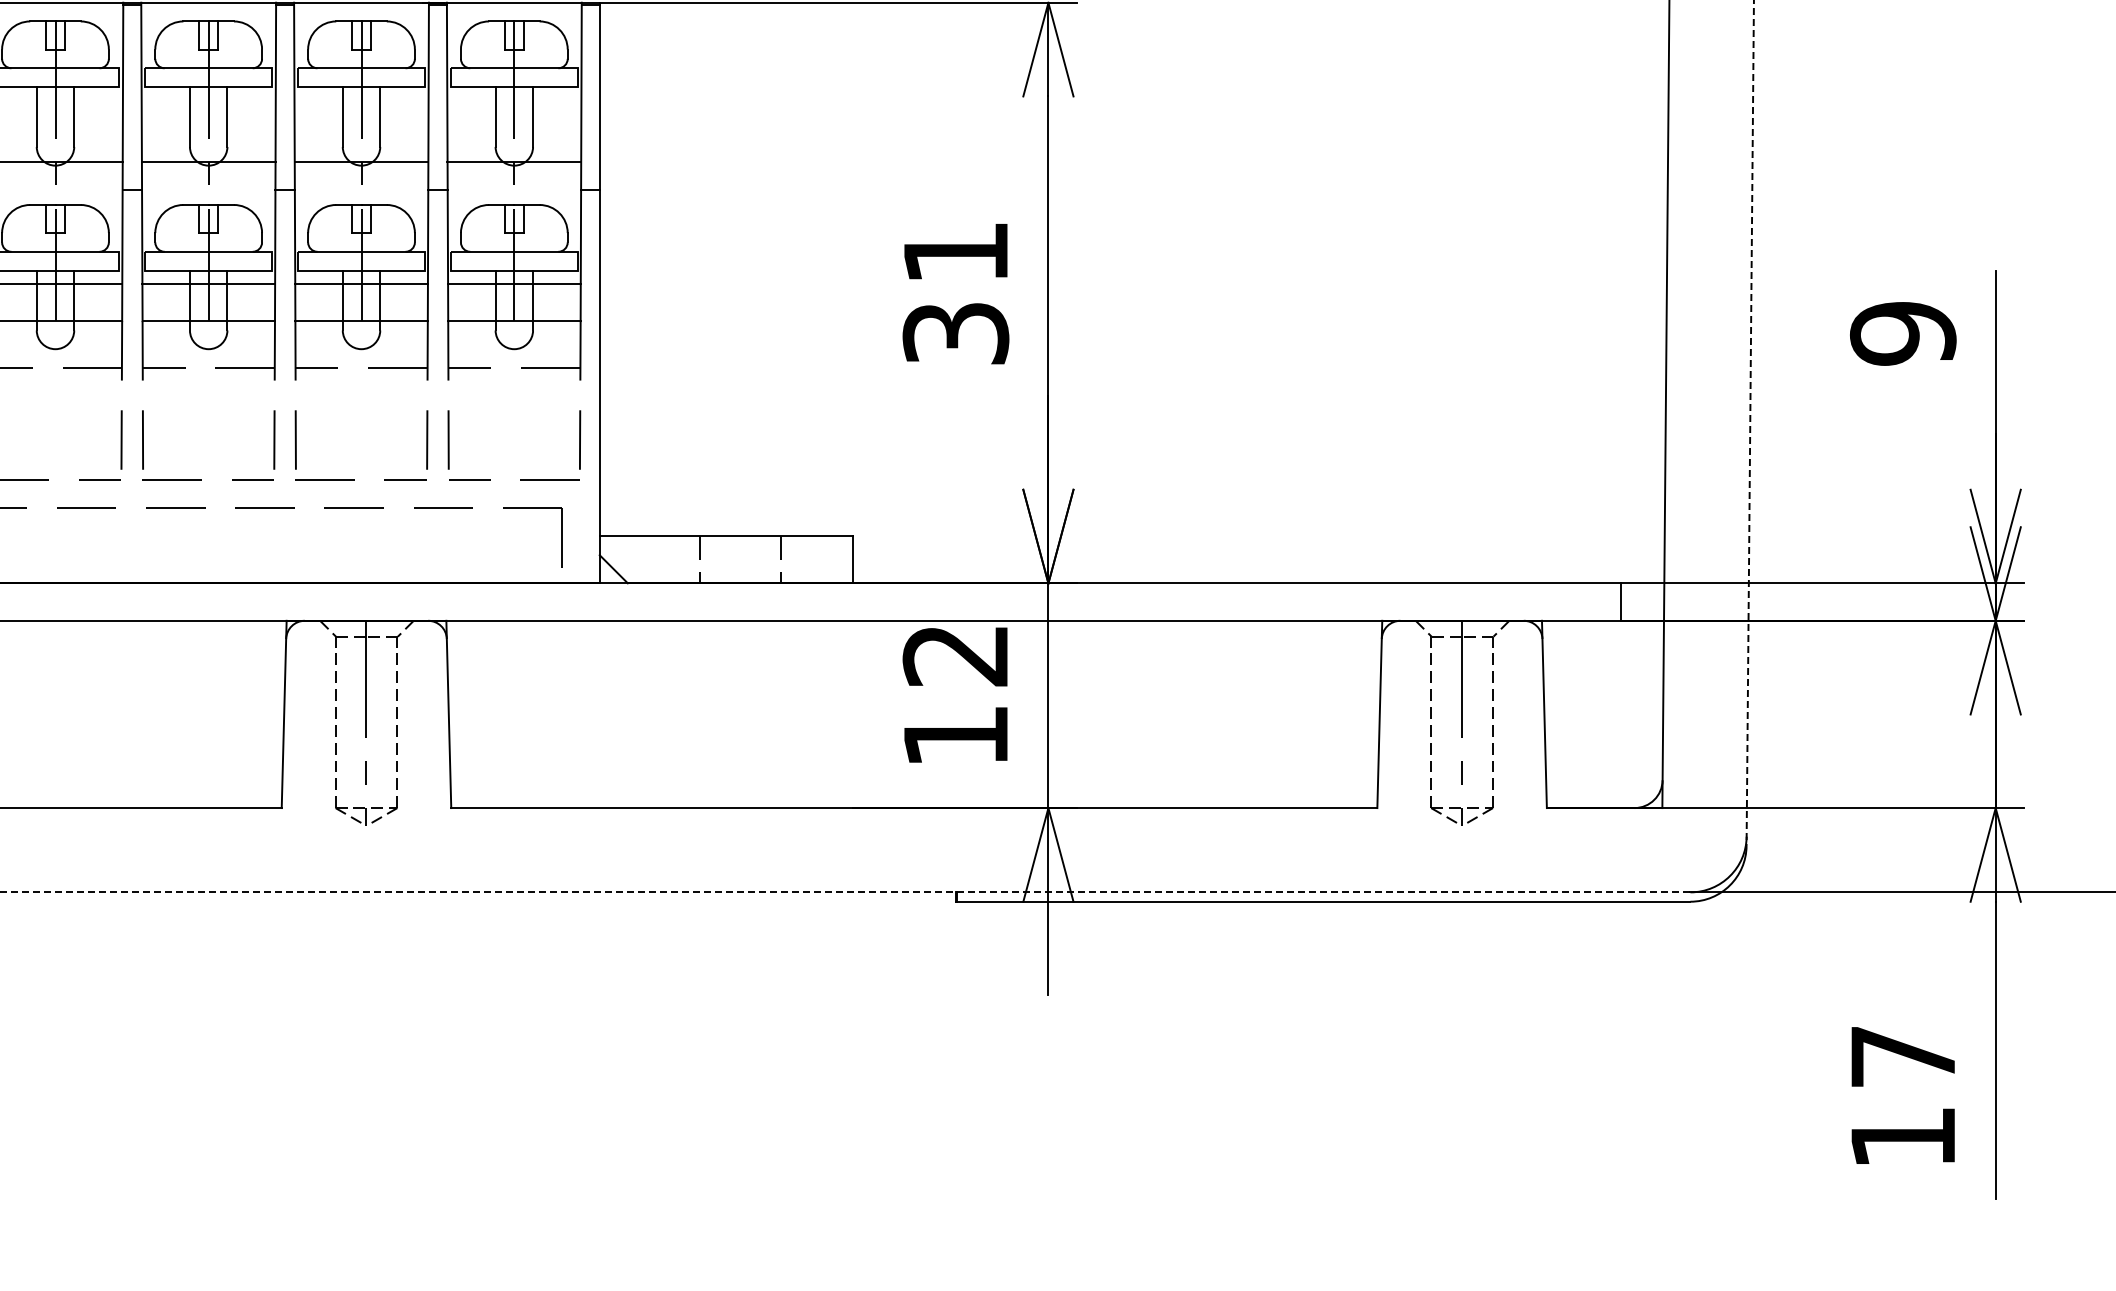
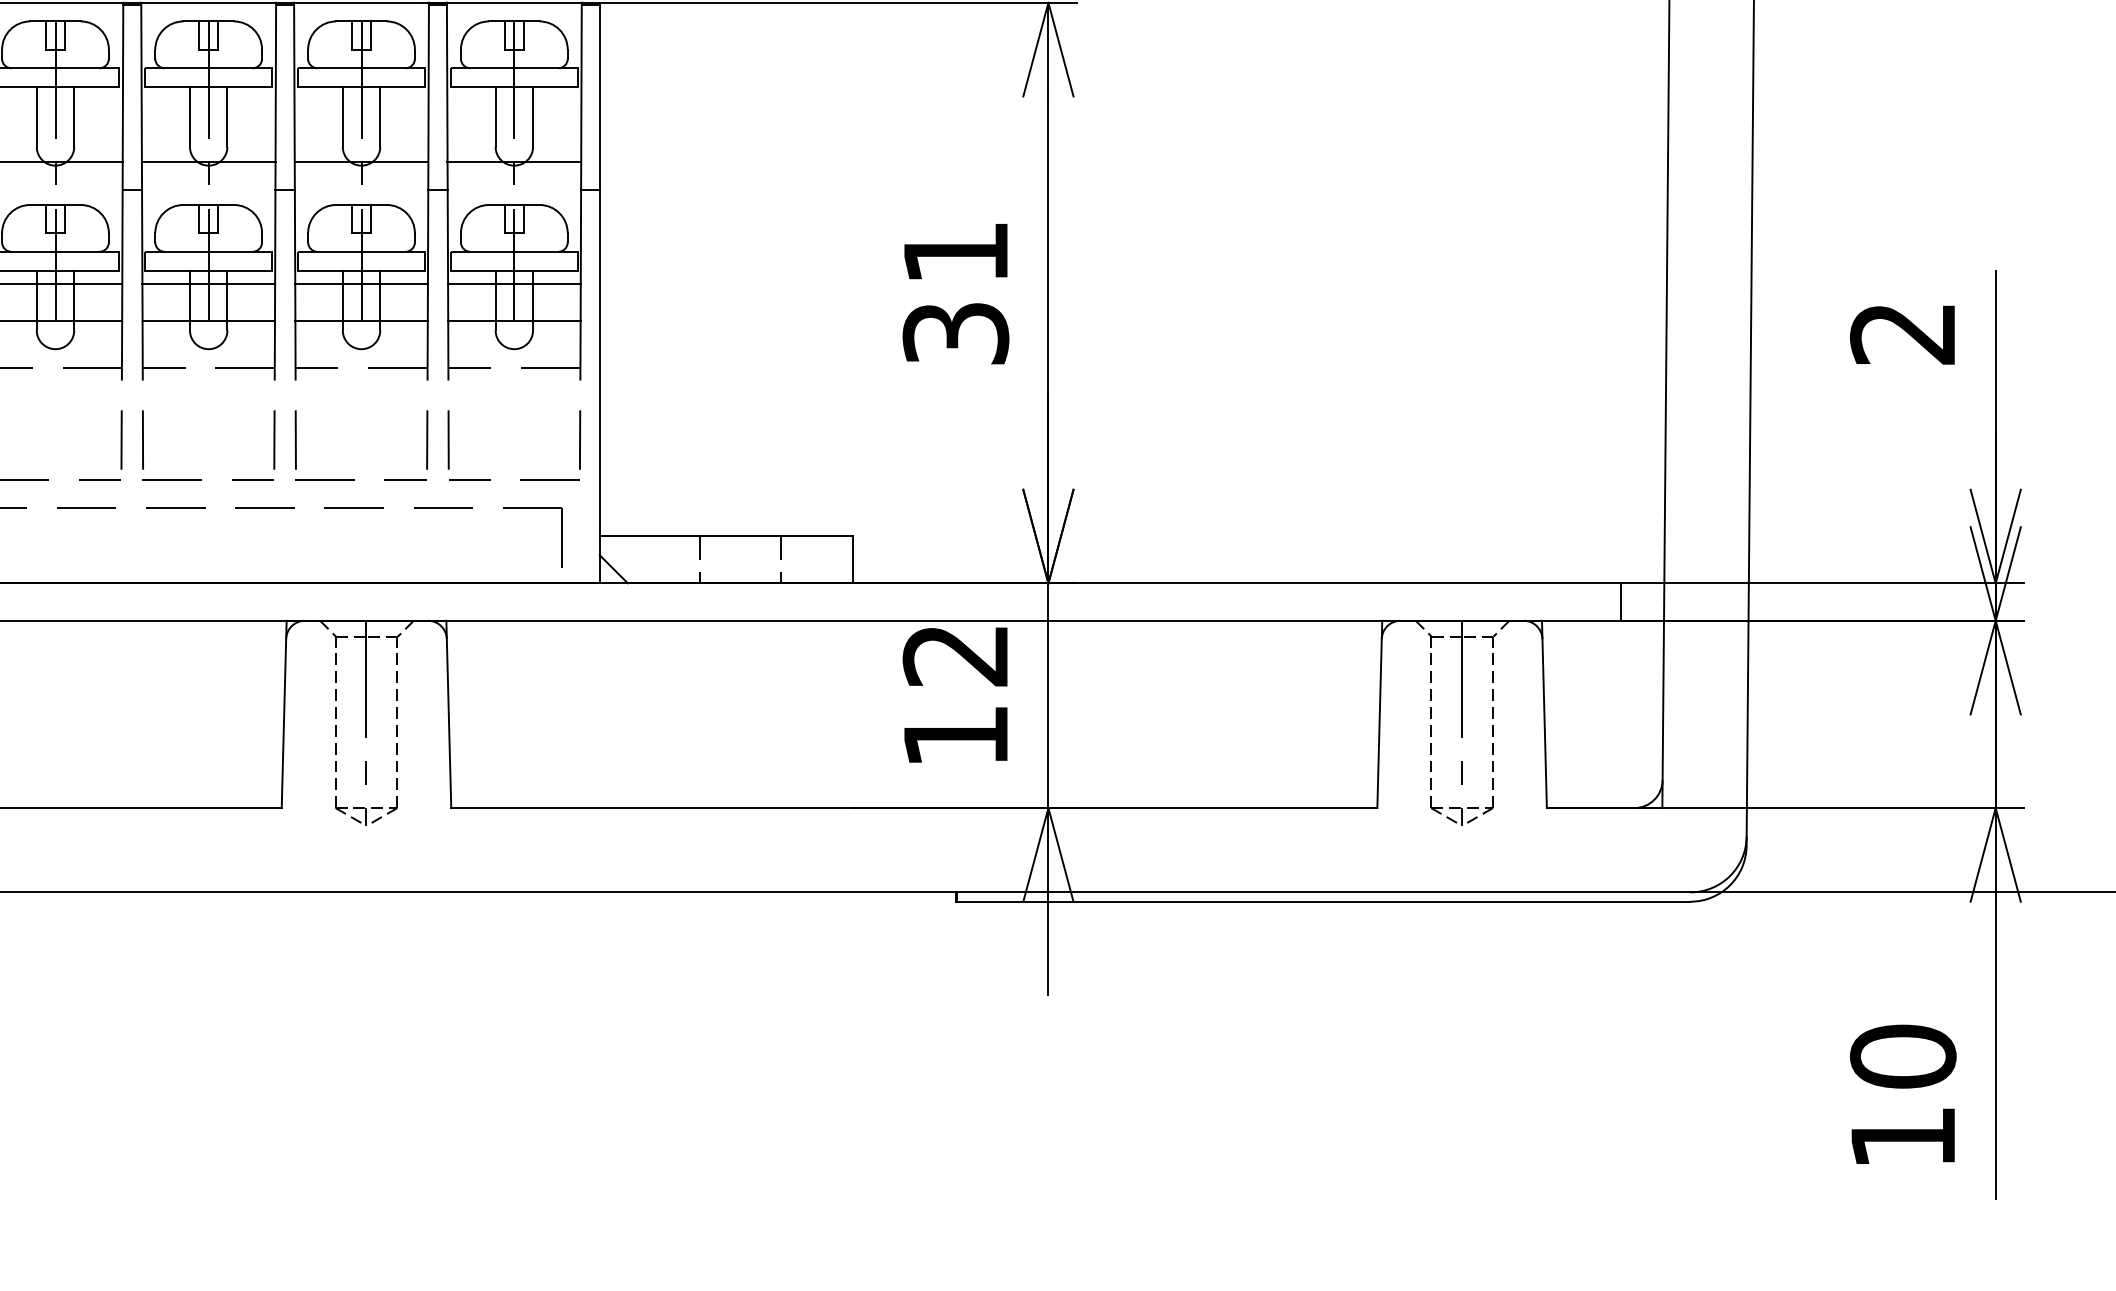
text at (1903, 333): 9 -> 2
line at (1750, 423): dashed -> solid
line at (845, 892): dashed -> solid
text at (1903, 1056): 17 -> 10
